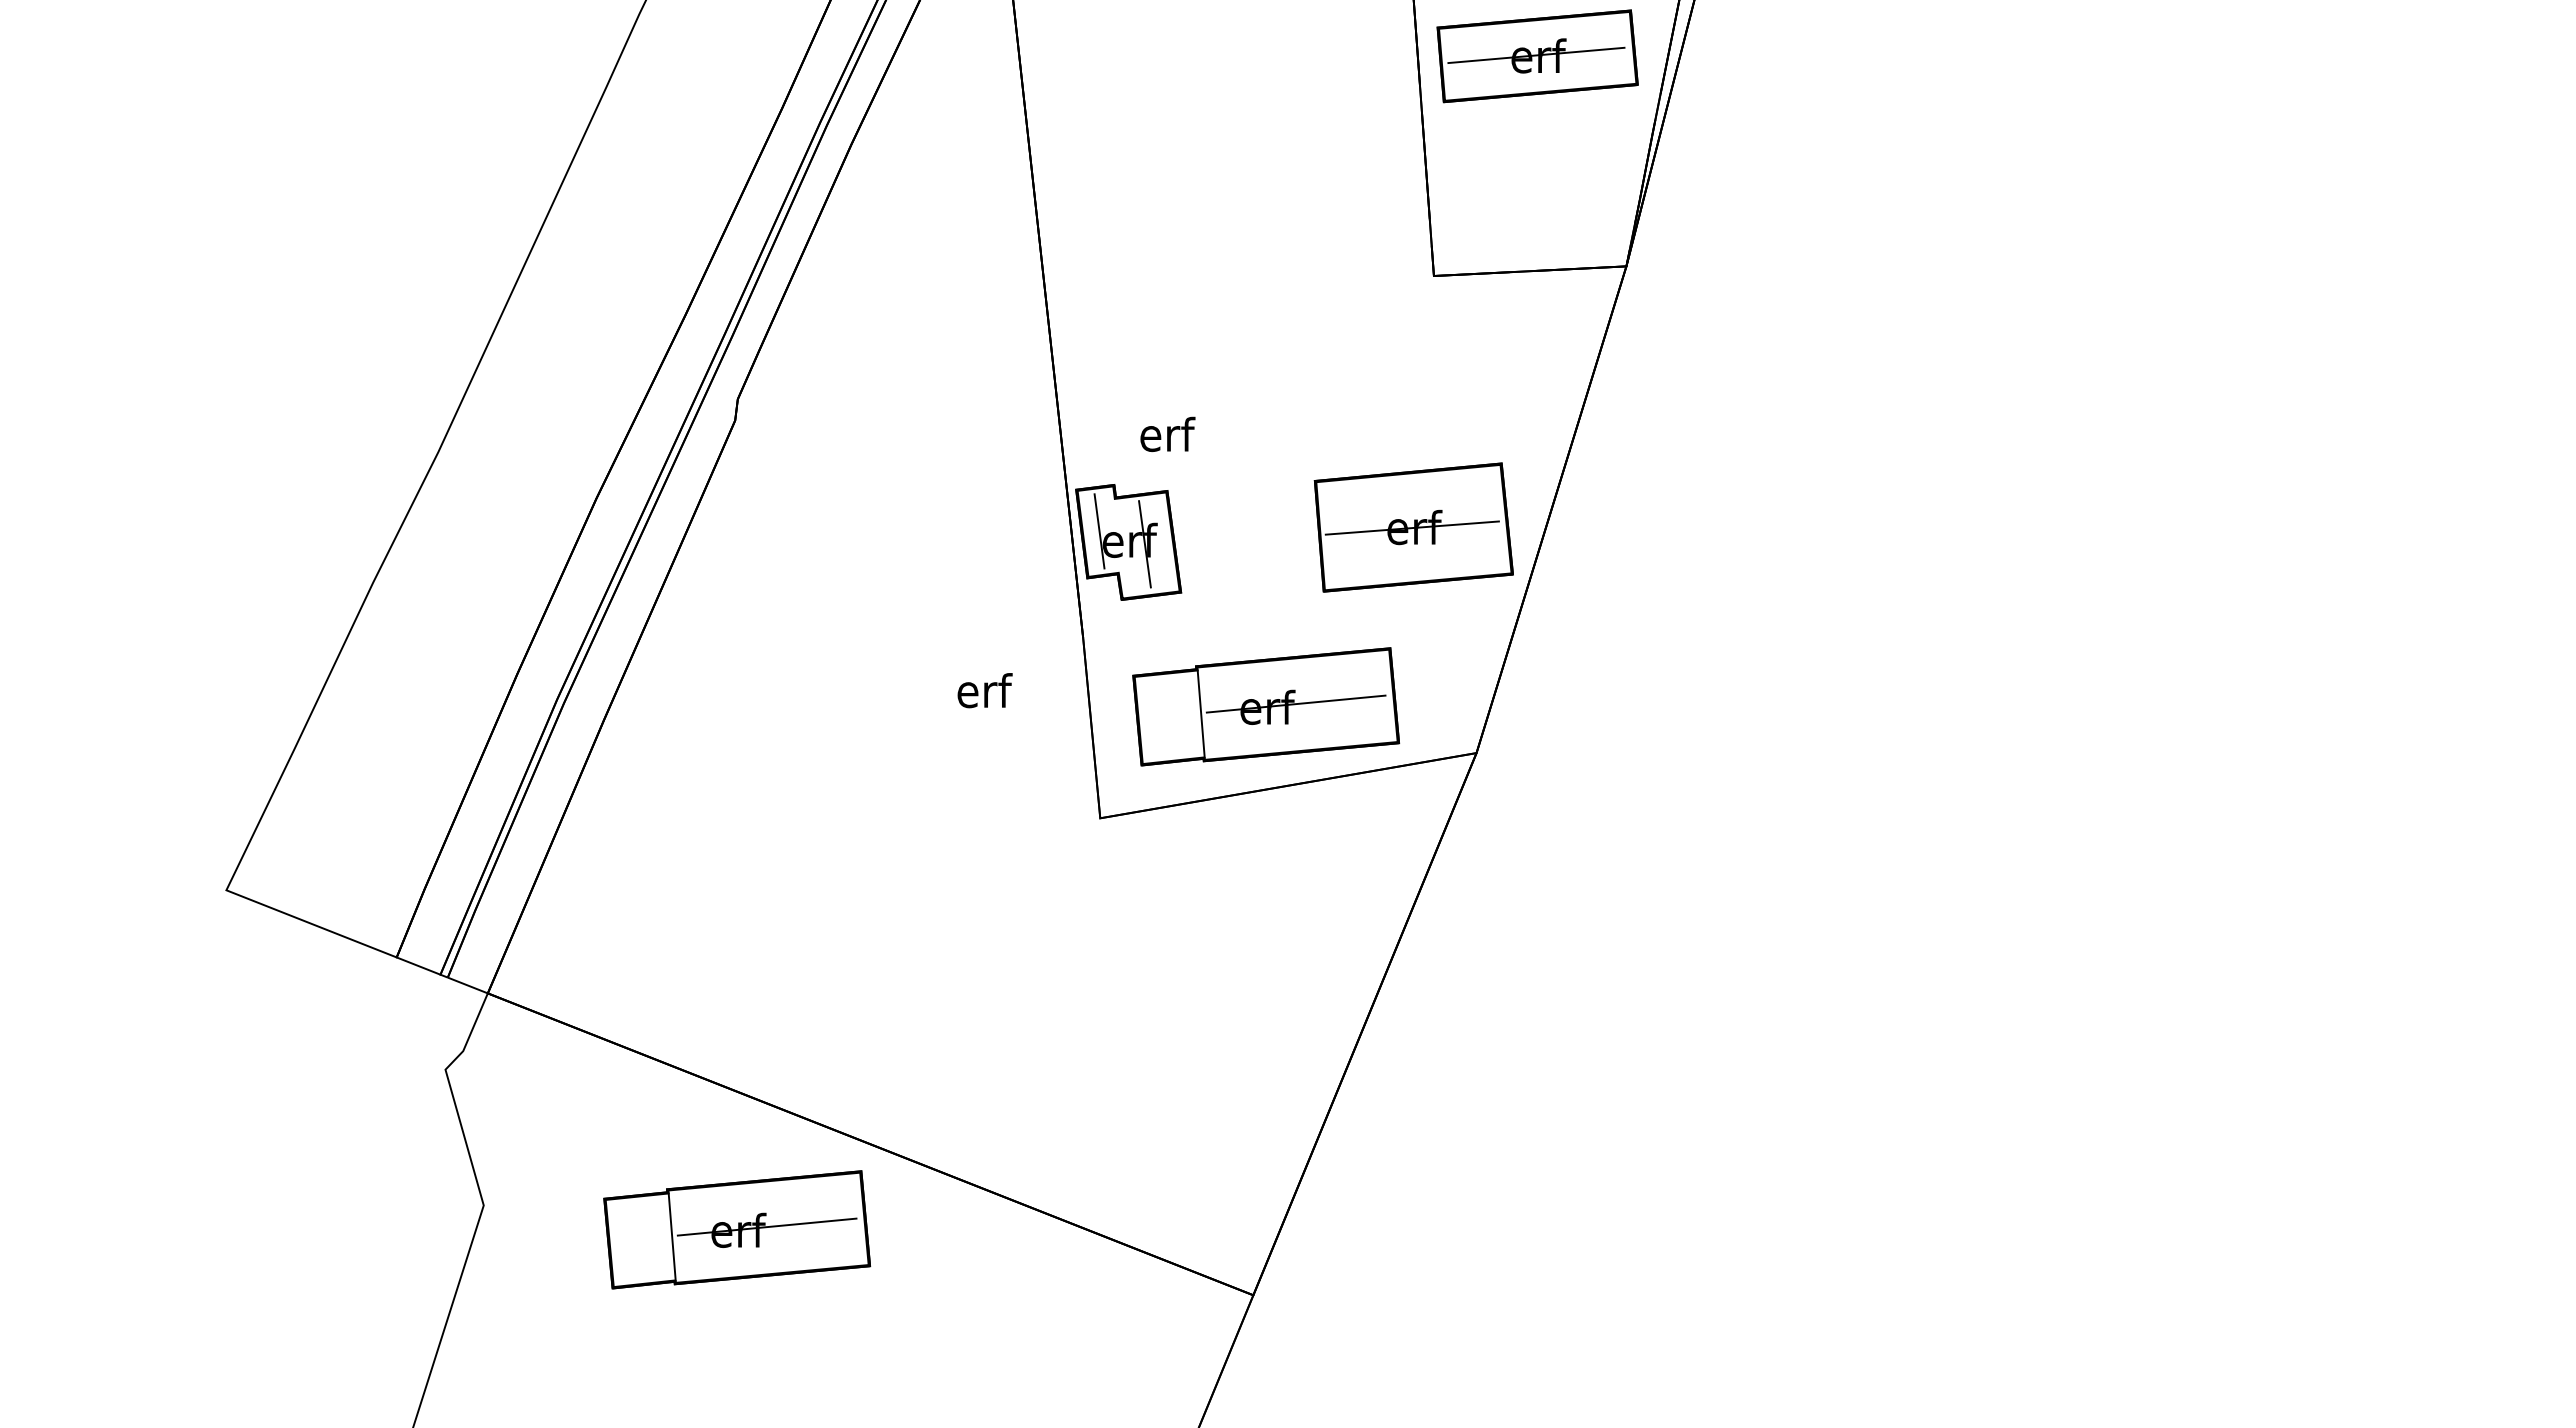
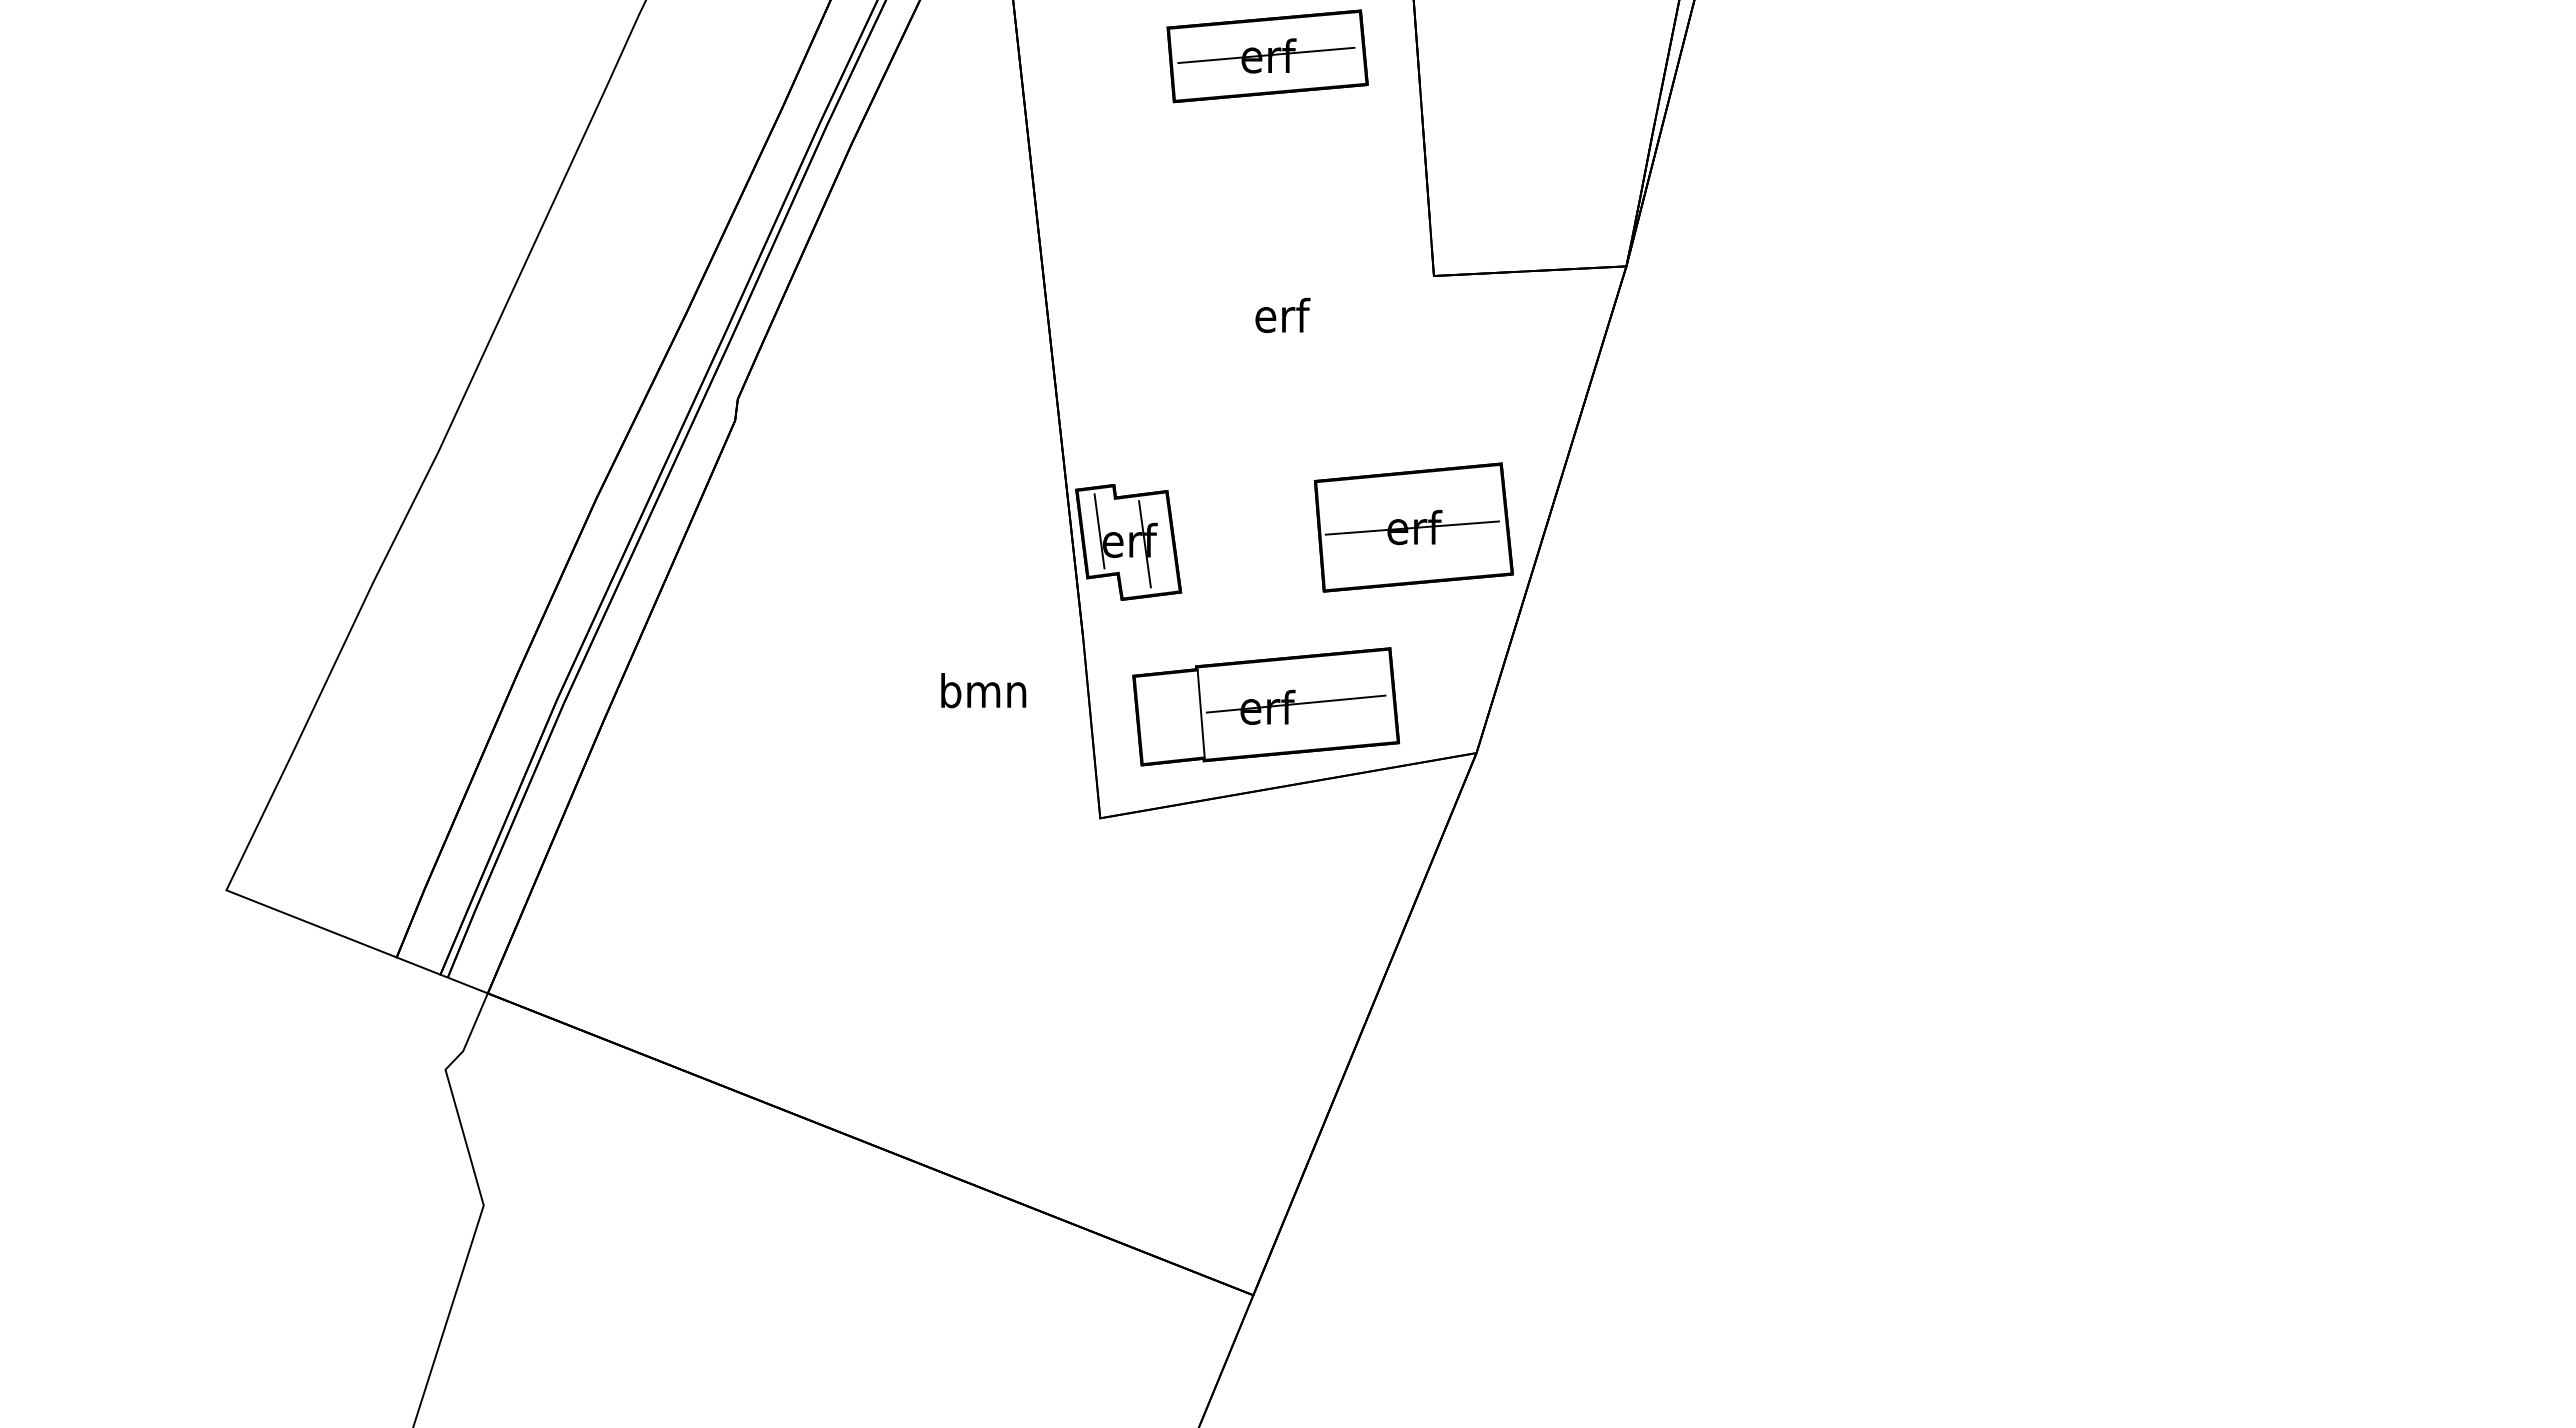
part at (1537, 56) position: (1537, 56) -> (1267, 56)
text at (1167, 433) position: (1167, 433) -> (1282, 314)
text at (983, 690): erf -> bmn
part at (737, 1229): present -> none
